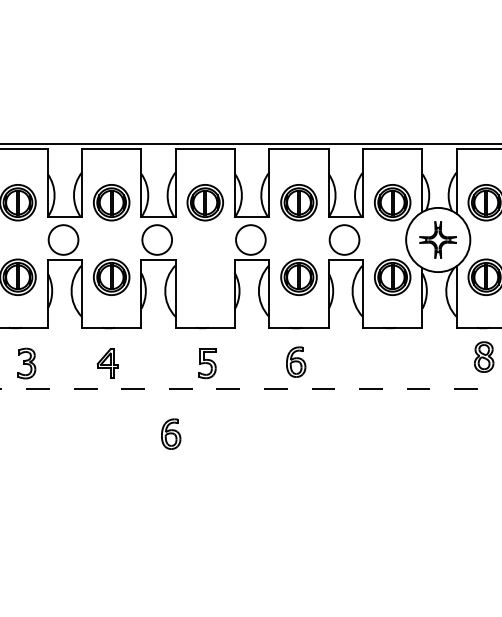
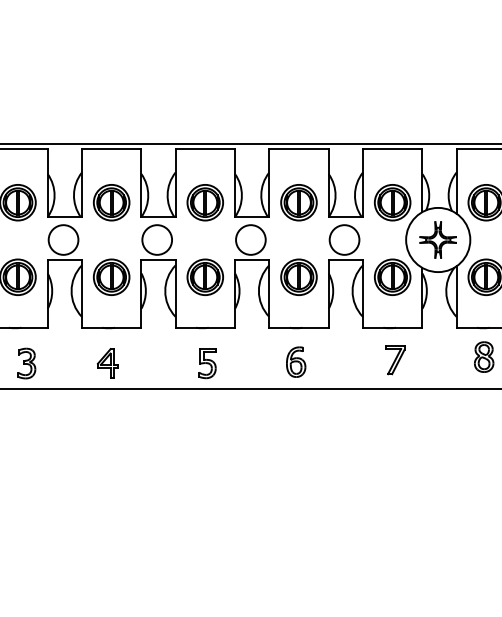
part at (204, 276): none -> present
part at (395, 360): none -> present
line at (250, 388): dashed -> solid
part at (171, 433): present -> none
